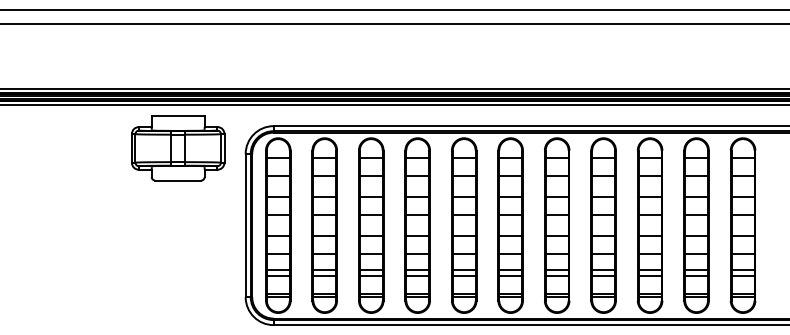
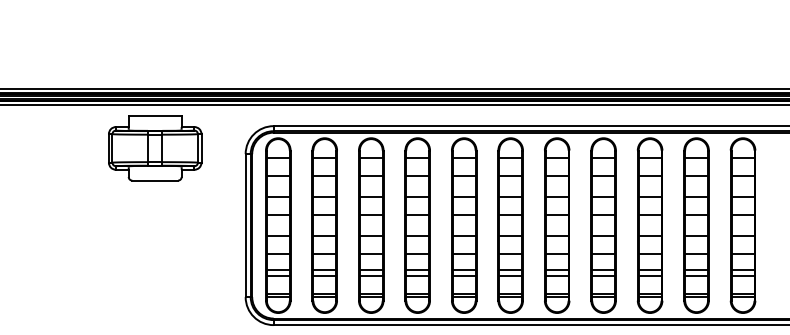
line at (394, 9): present -> none
line at (394, 24): present -> none
part at (178, 148) position: (178, 148) -> (155, 148)
